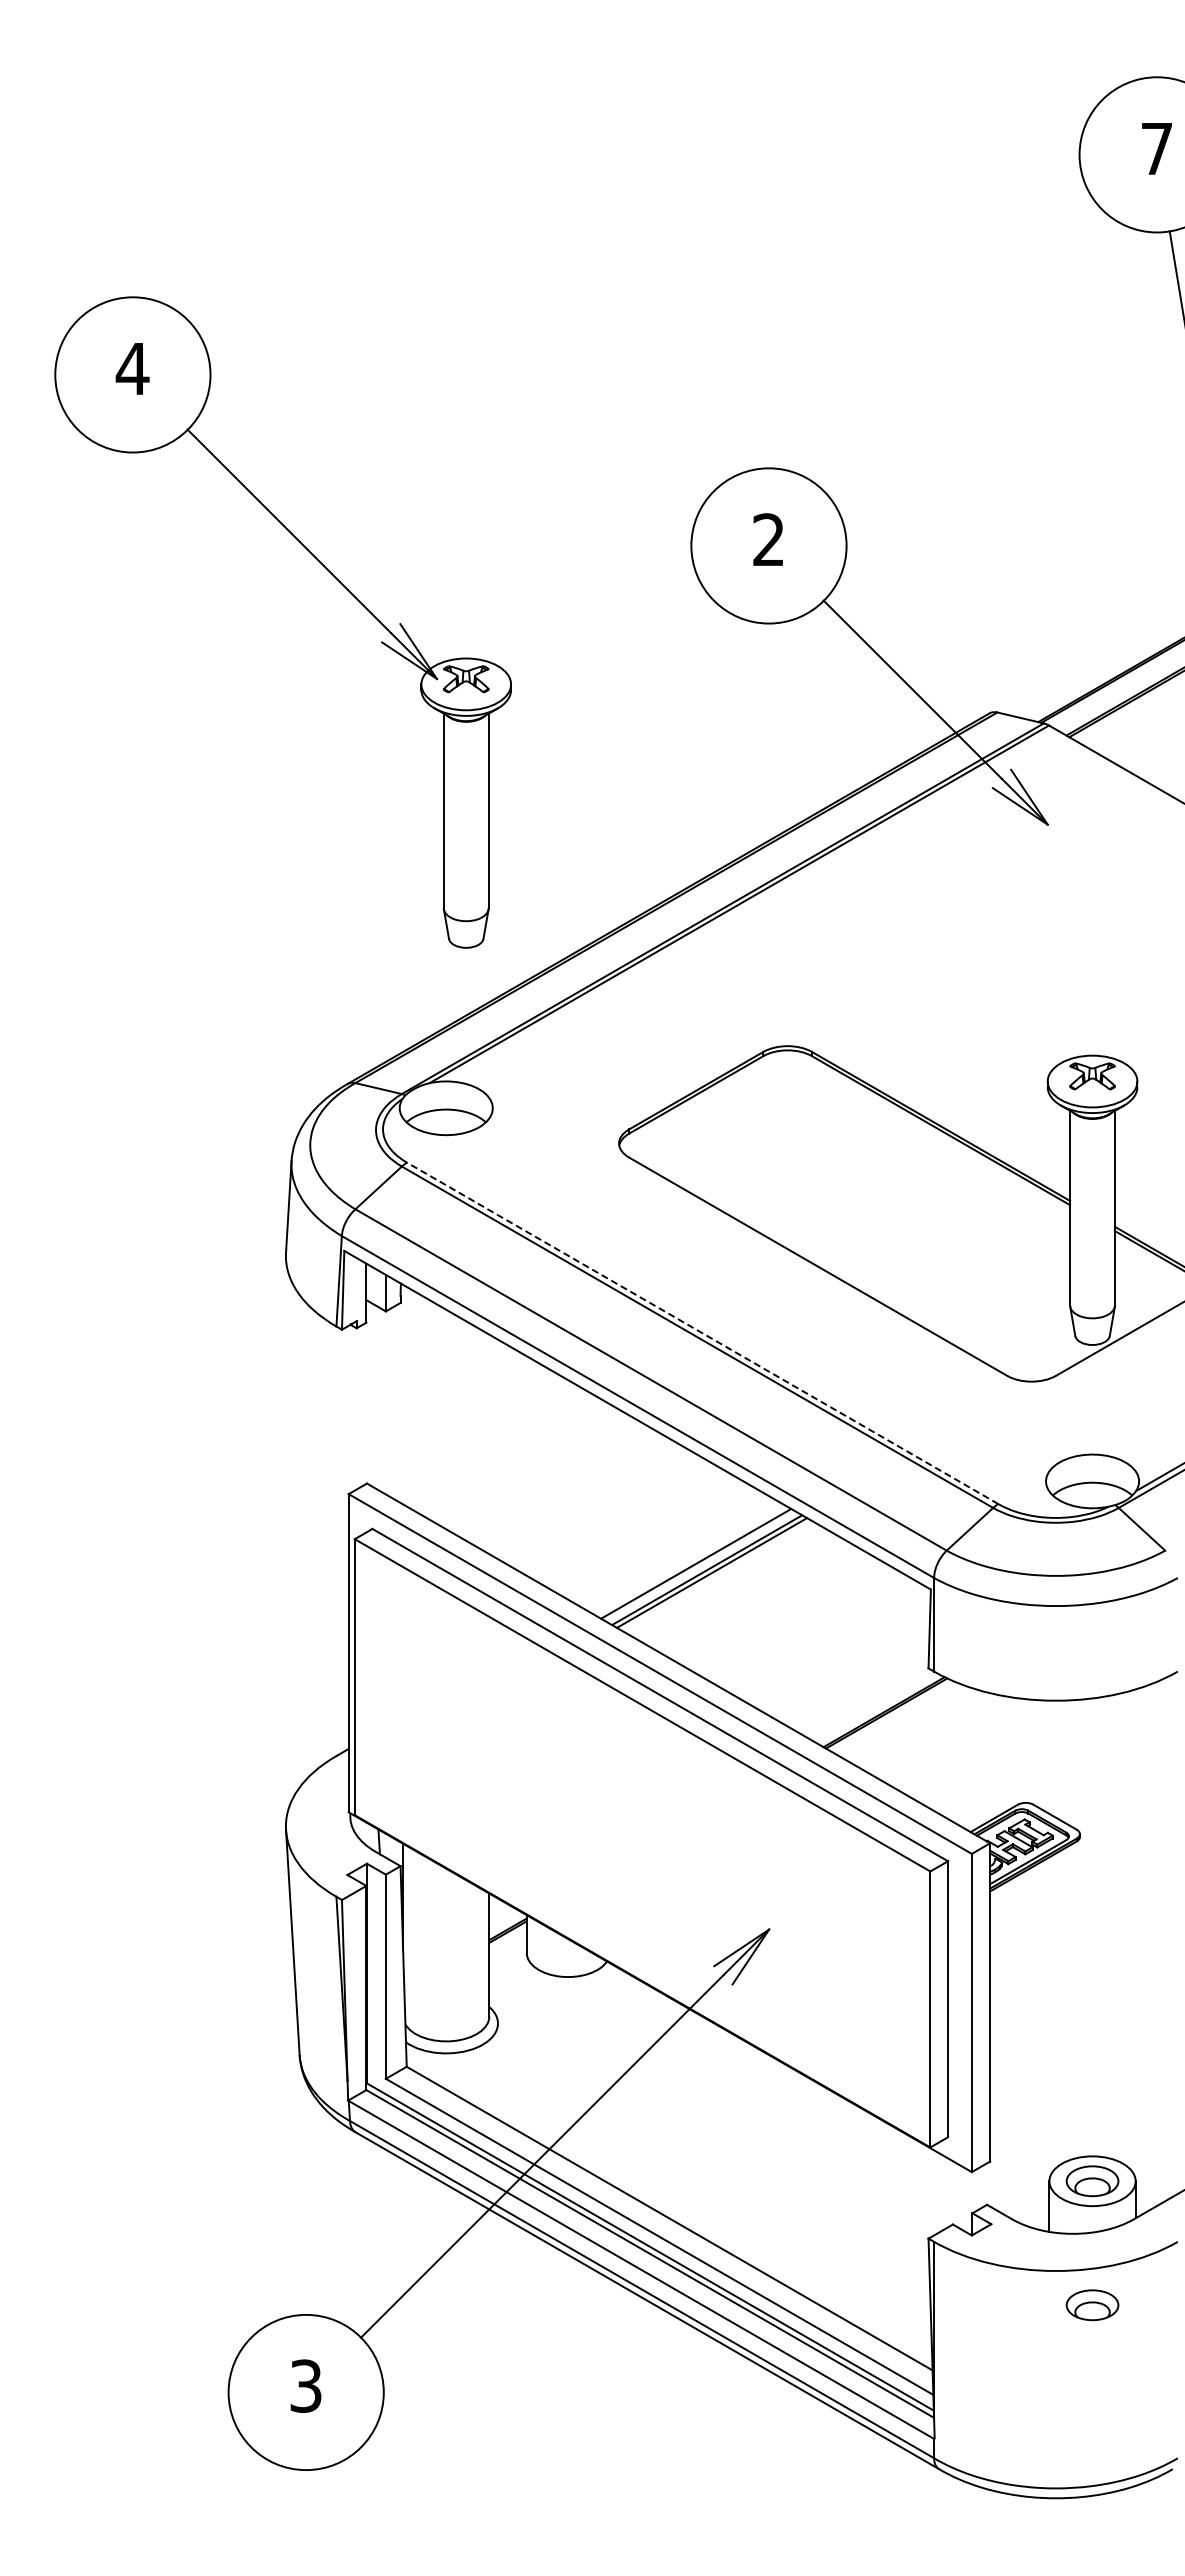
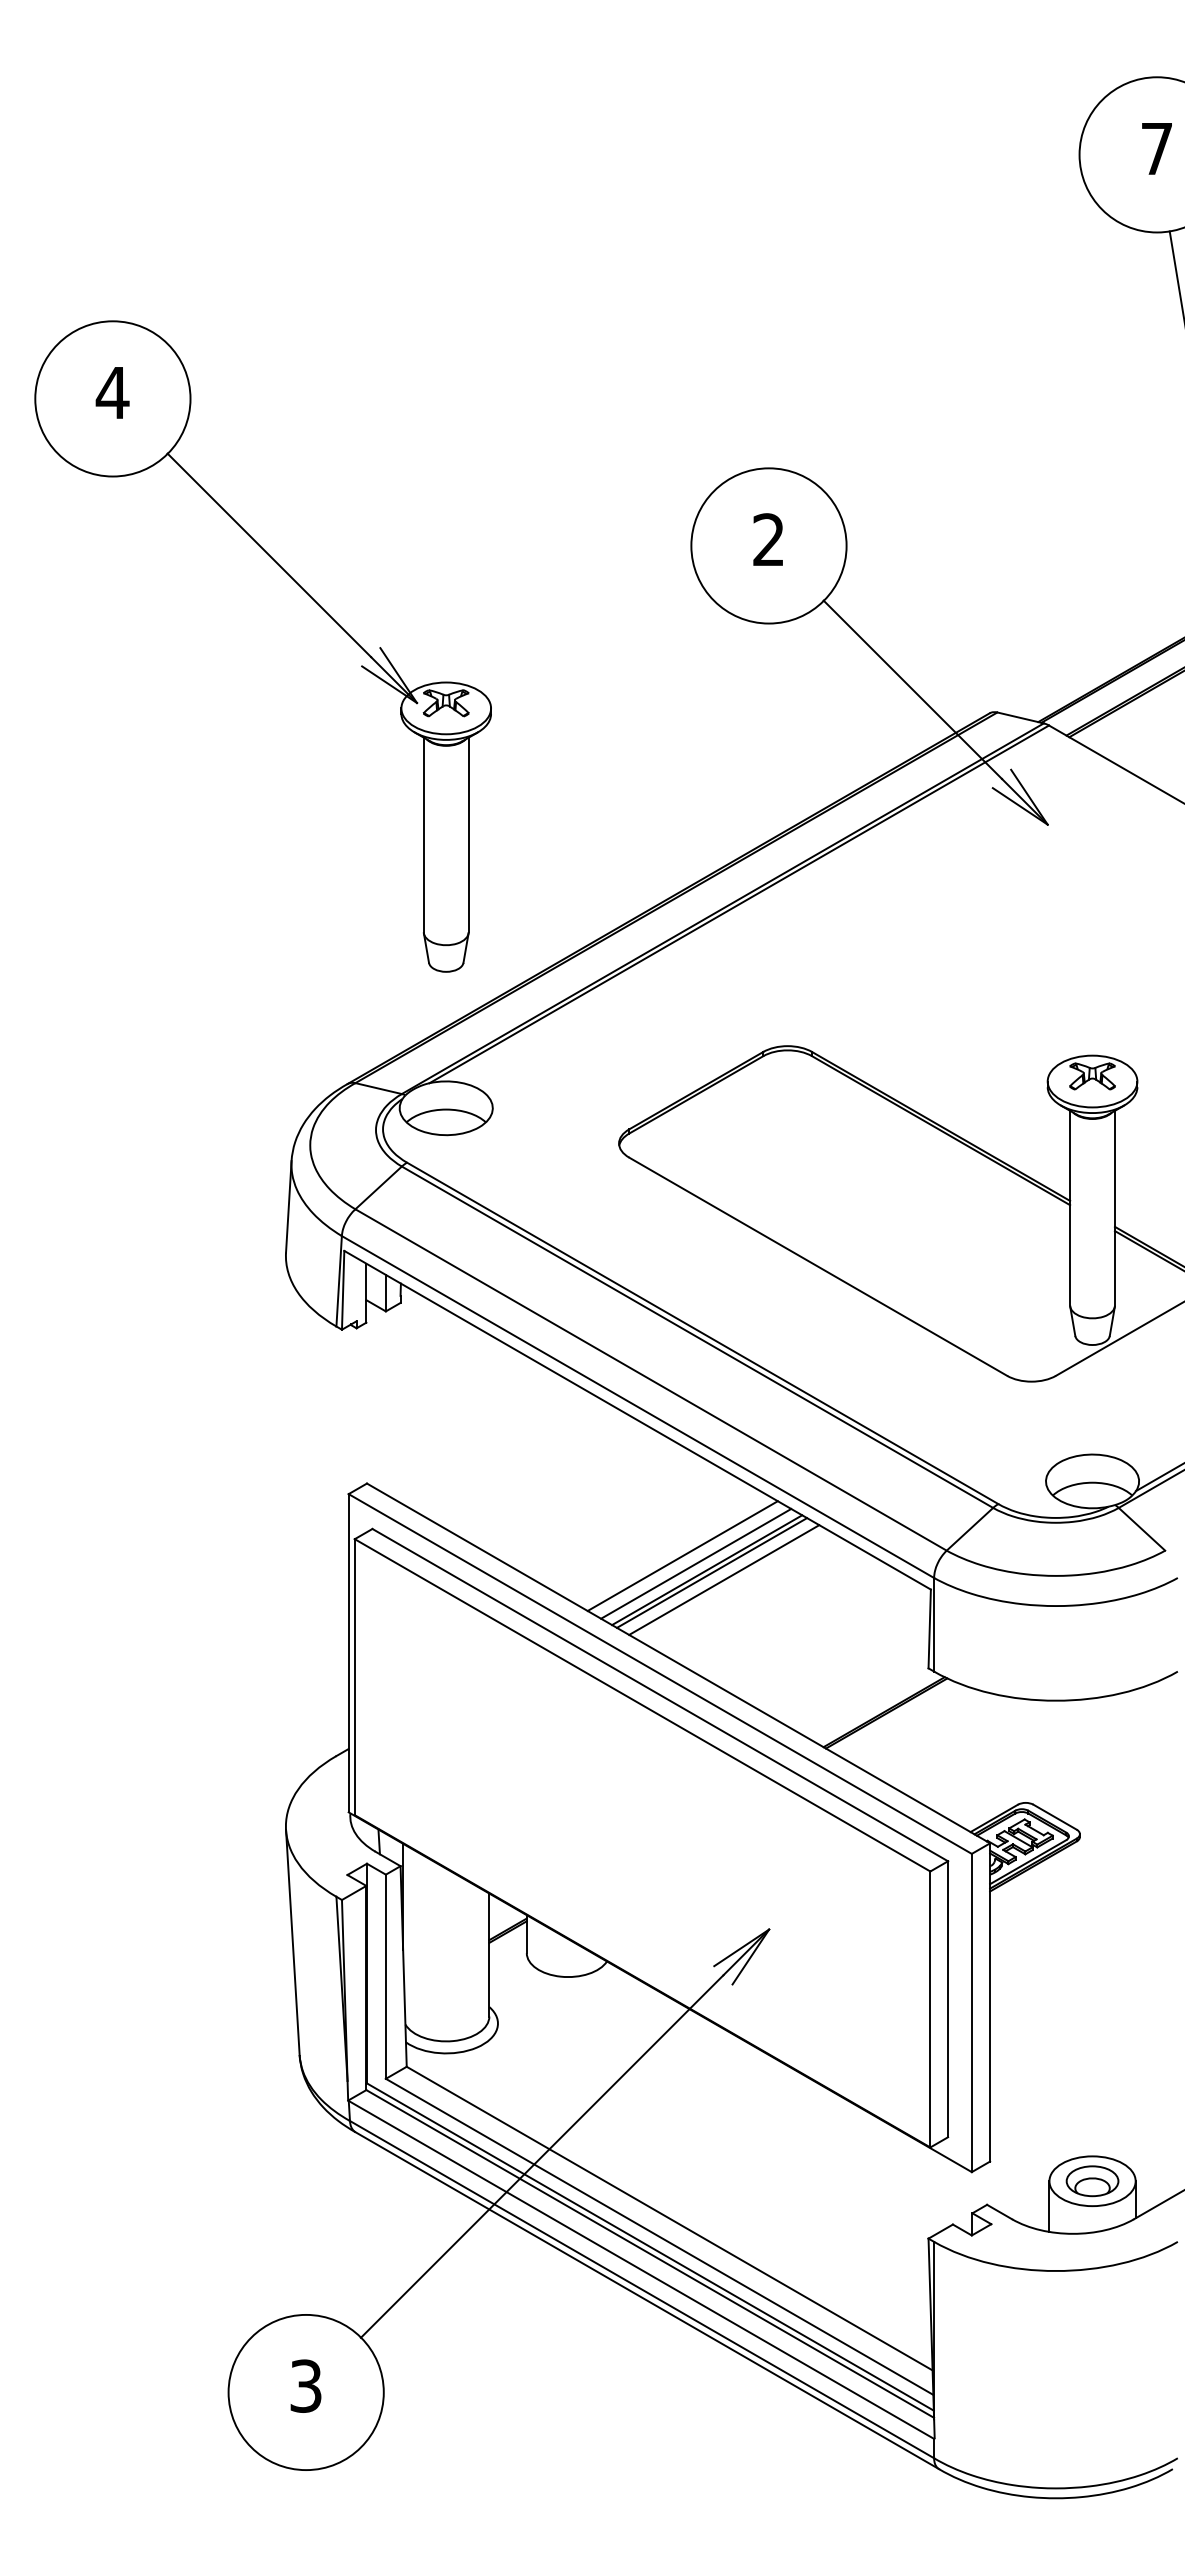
part at (330, 573) position: (330, 573) -> (310, 597)
line at (702, 1333): dashed -> solid
line at (682, 1555): none -> present
line at (724, 1579): none -> present
part at (1092, 2305): present -> none
